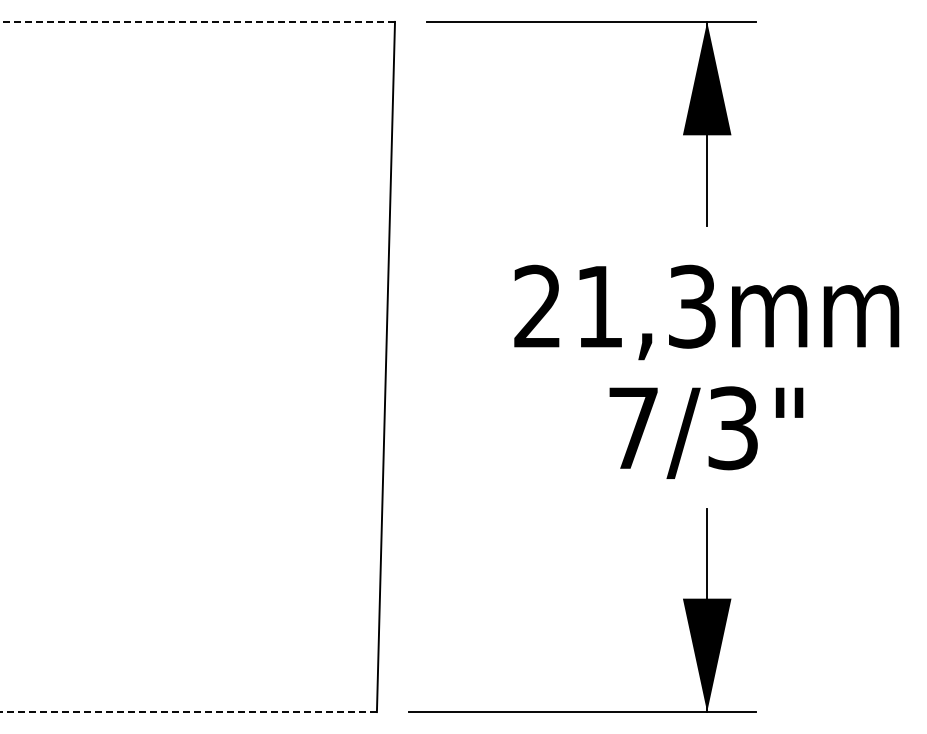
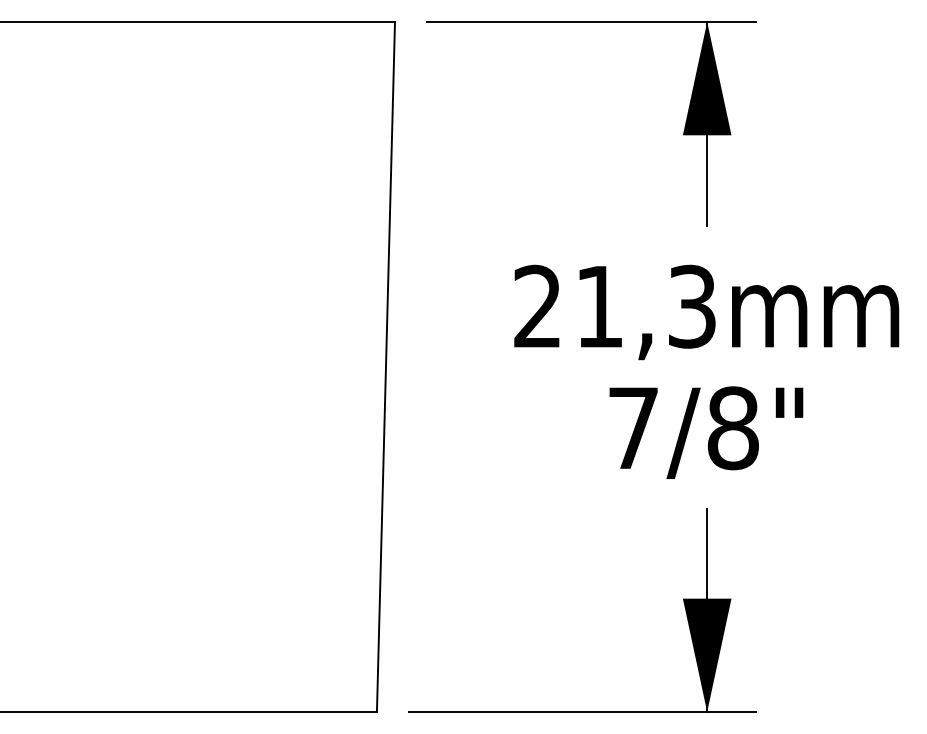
line at (197, 21): dashed -> solid
text at (732, 428): 7/3" -> 7/8"
line at (188, 712): dashed -> solid
